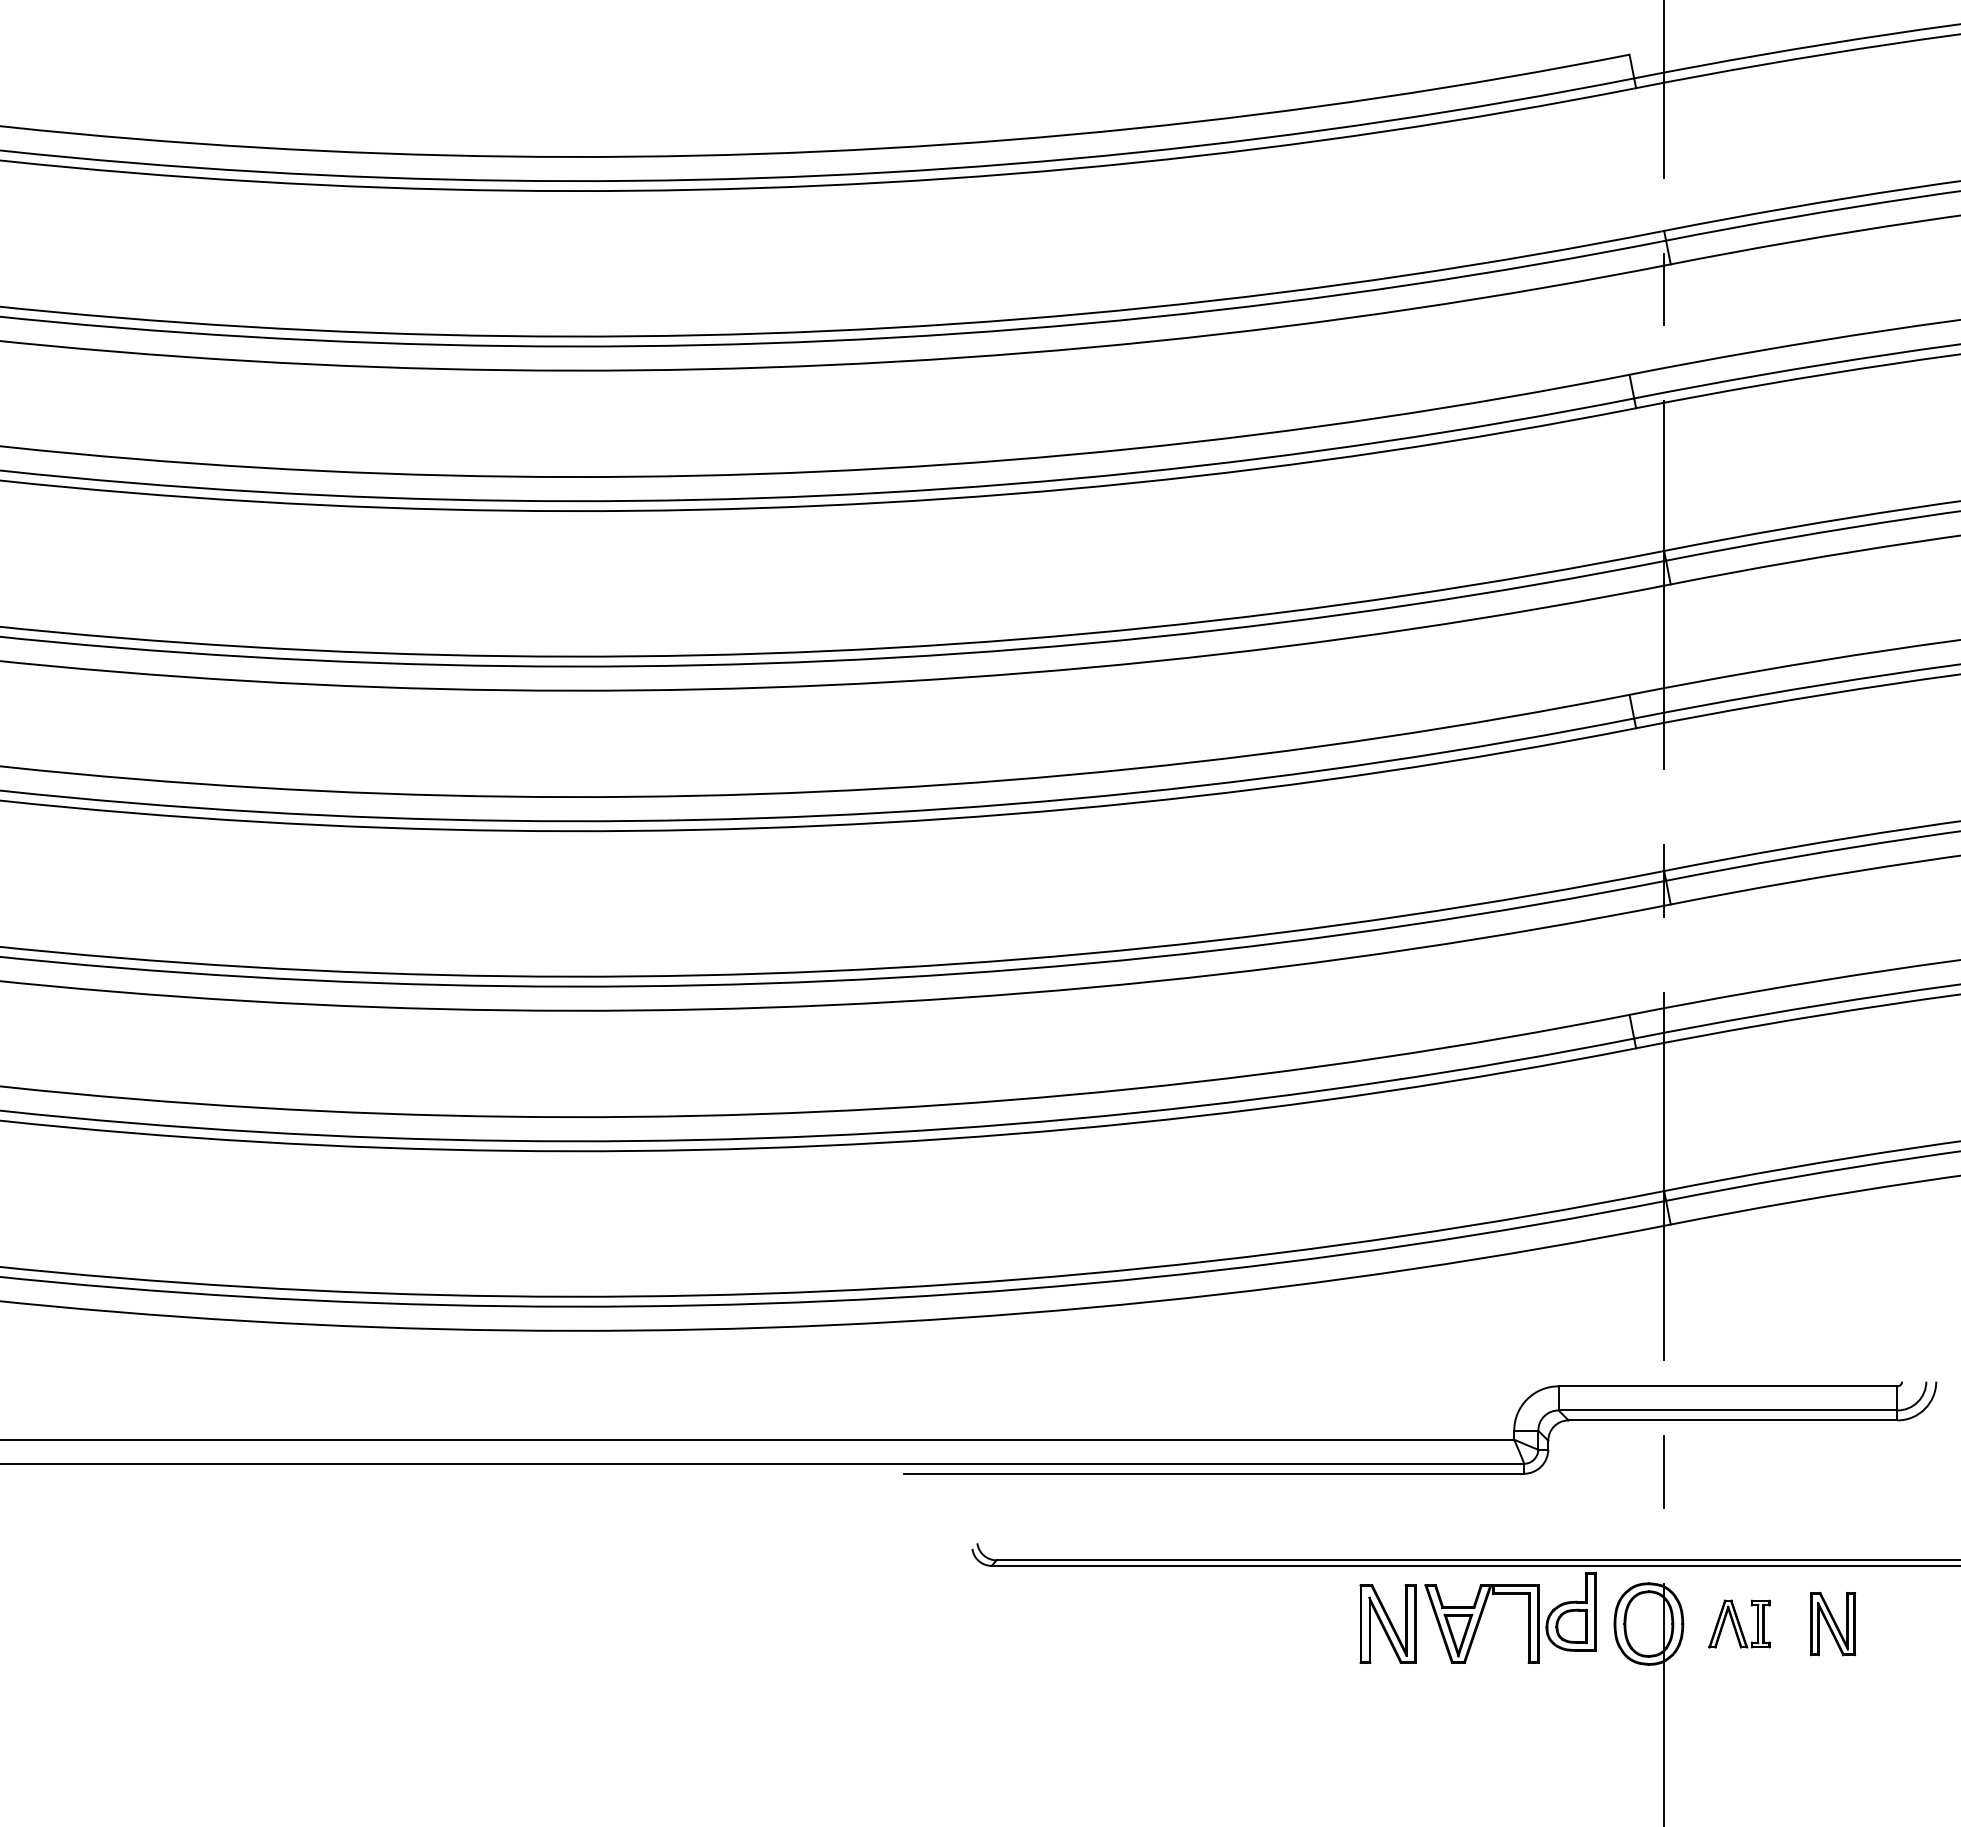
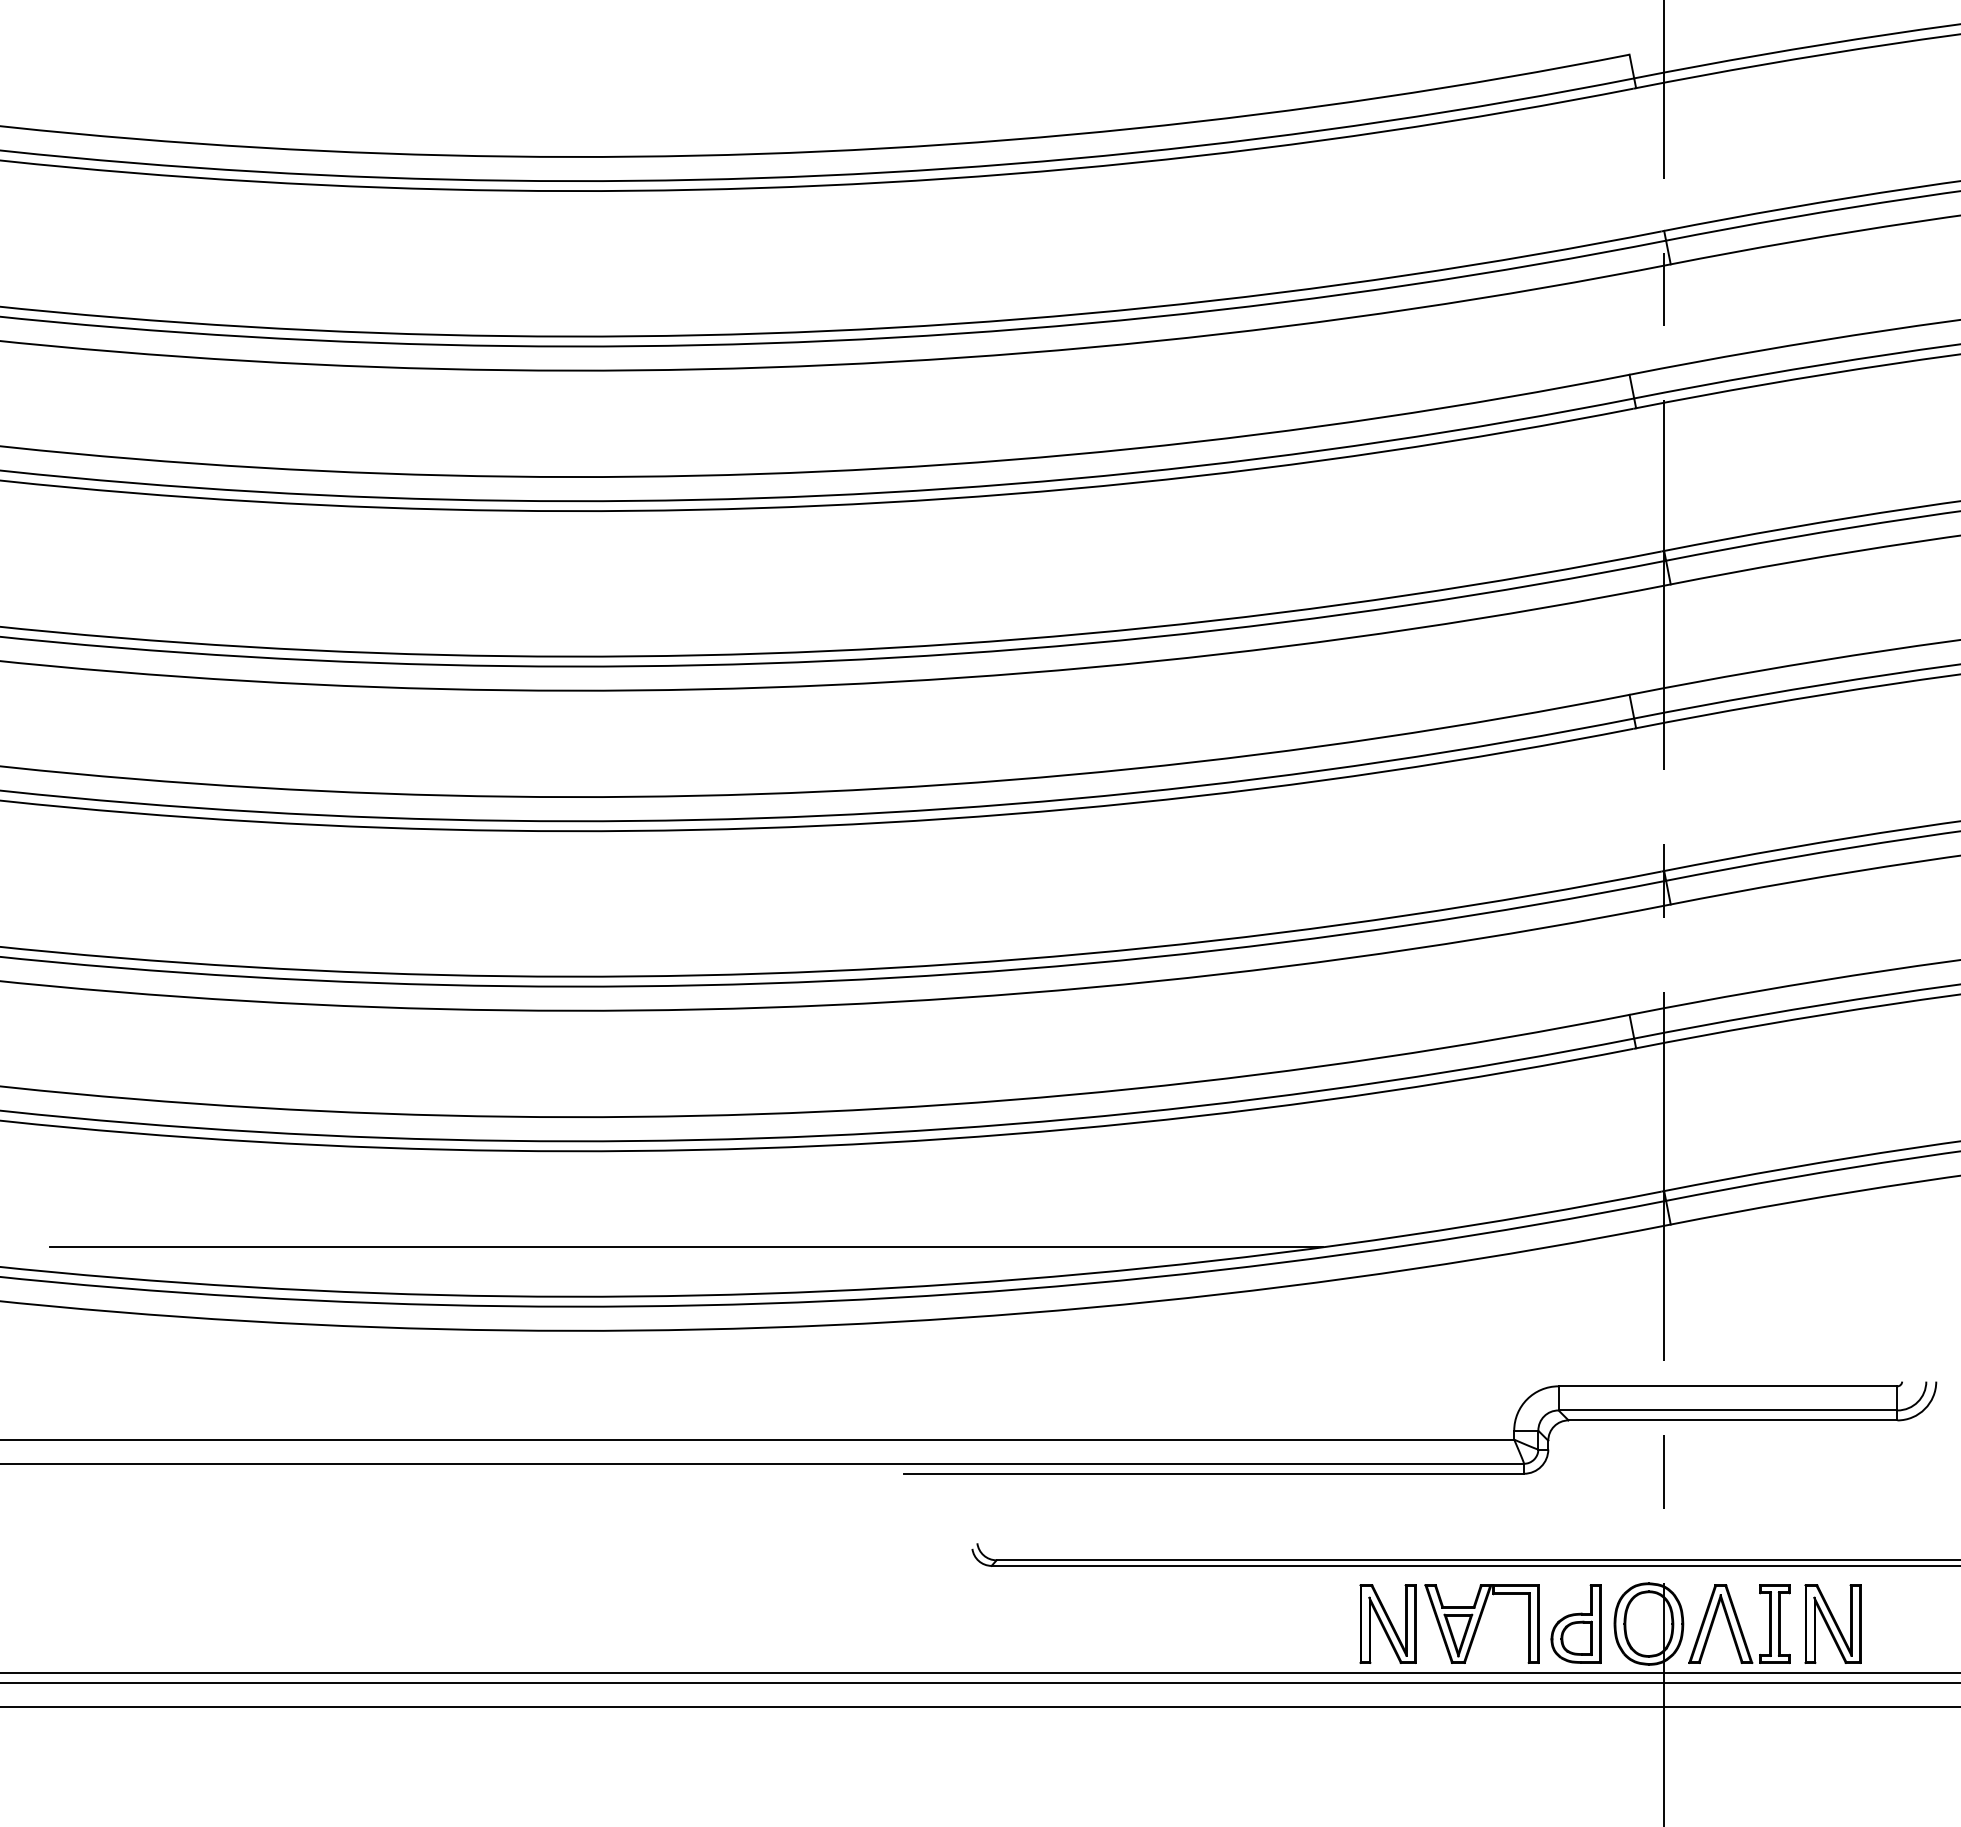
line at (685, 1247): none -> present
part at (1570, 1611) position: (1570, 1611) -> (1575, 1623)
part at (1739, 1623) size: 63x50 px -> 103x80 px
part at (1832, 1623) size: 46x66 px -> 58x80 px
line at (979, 1673): none -> present
line at (979, 1682): none -> present
line at (979, 1706): none -> present
